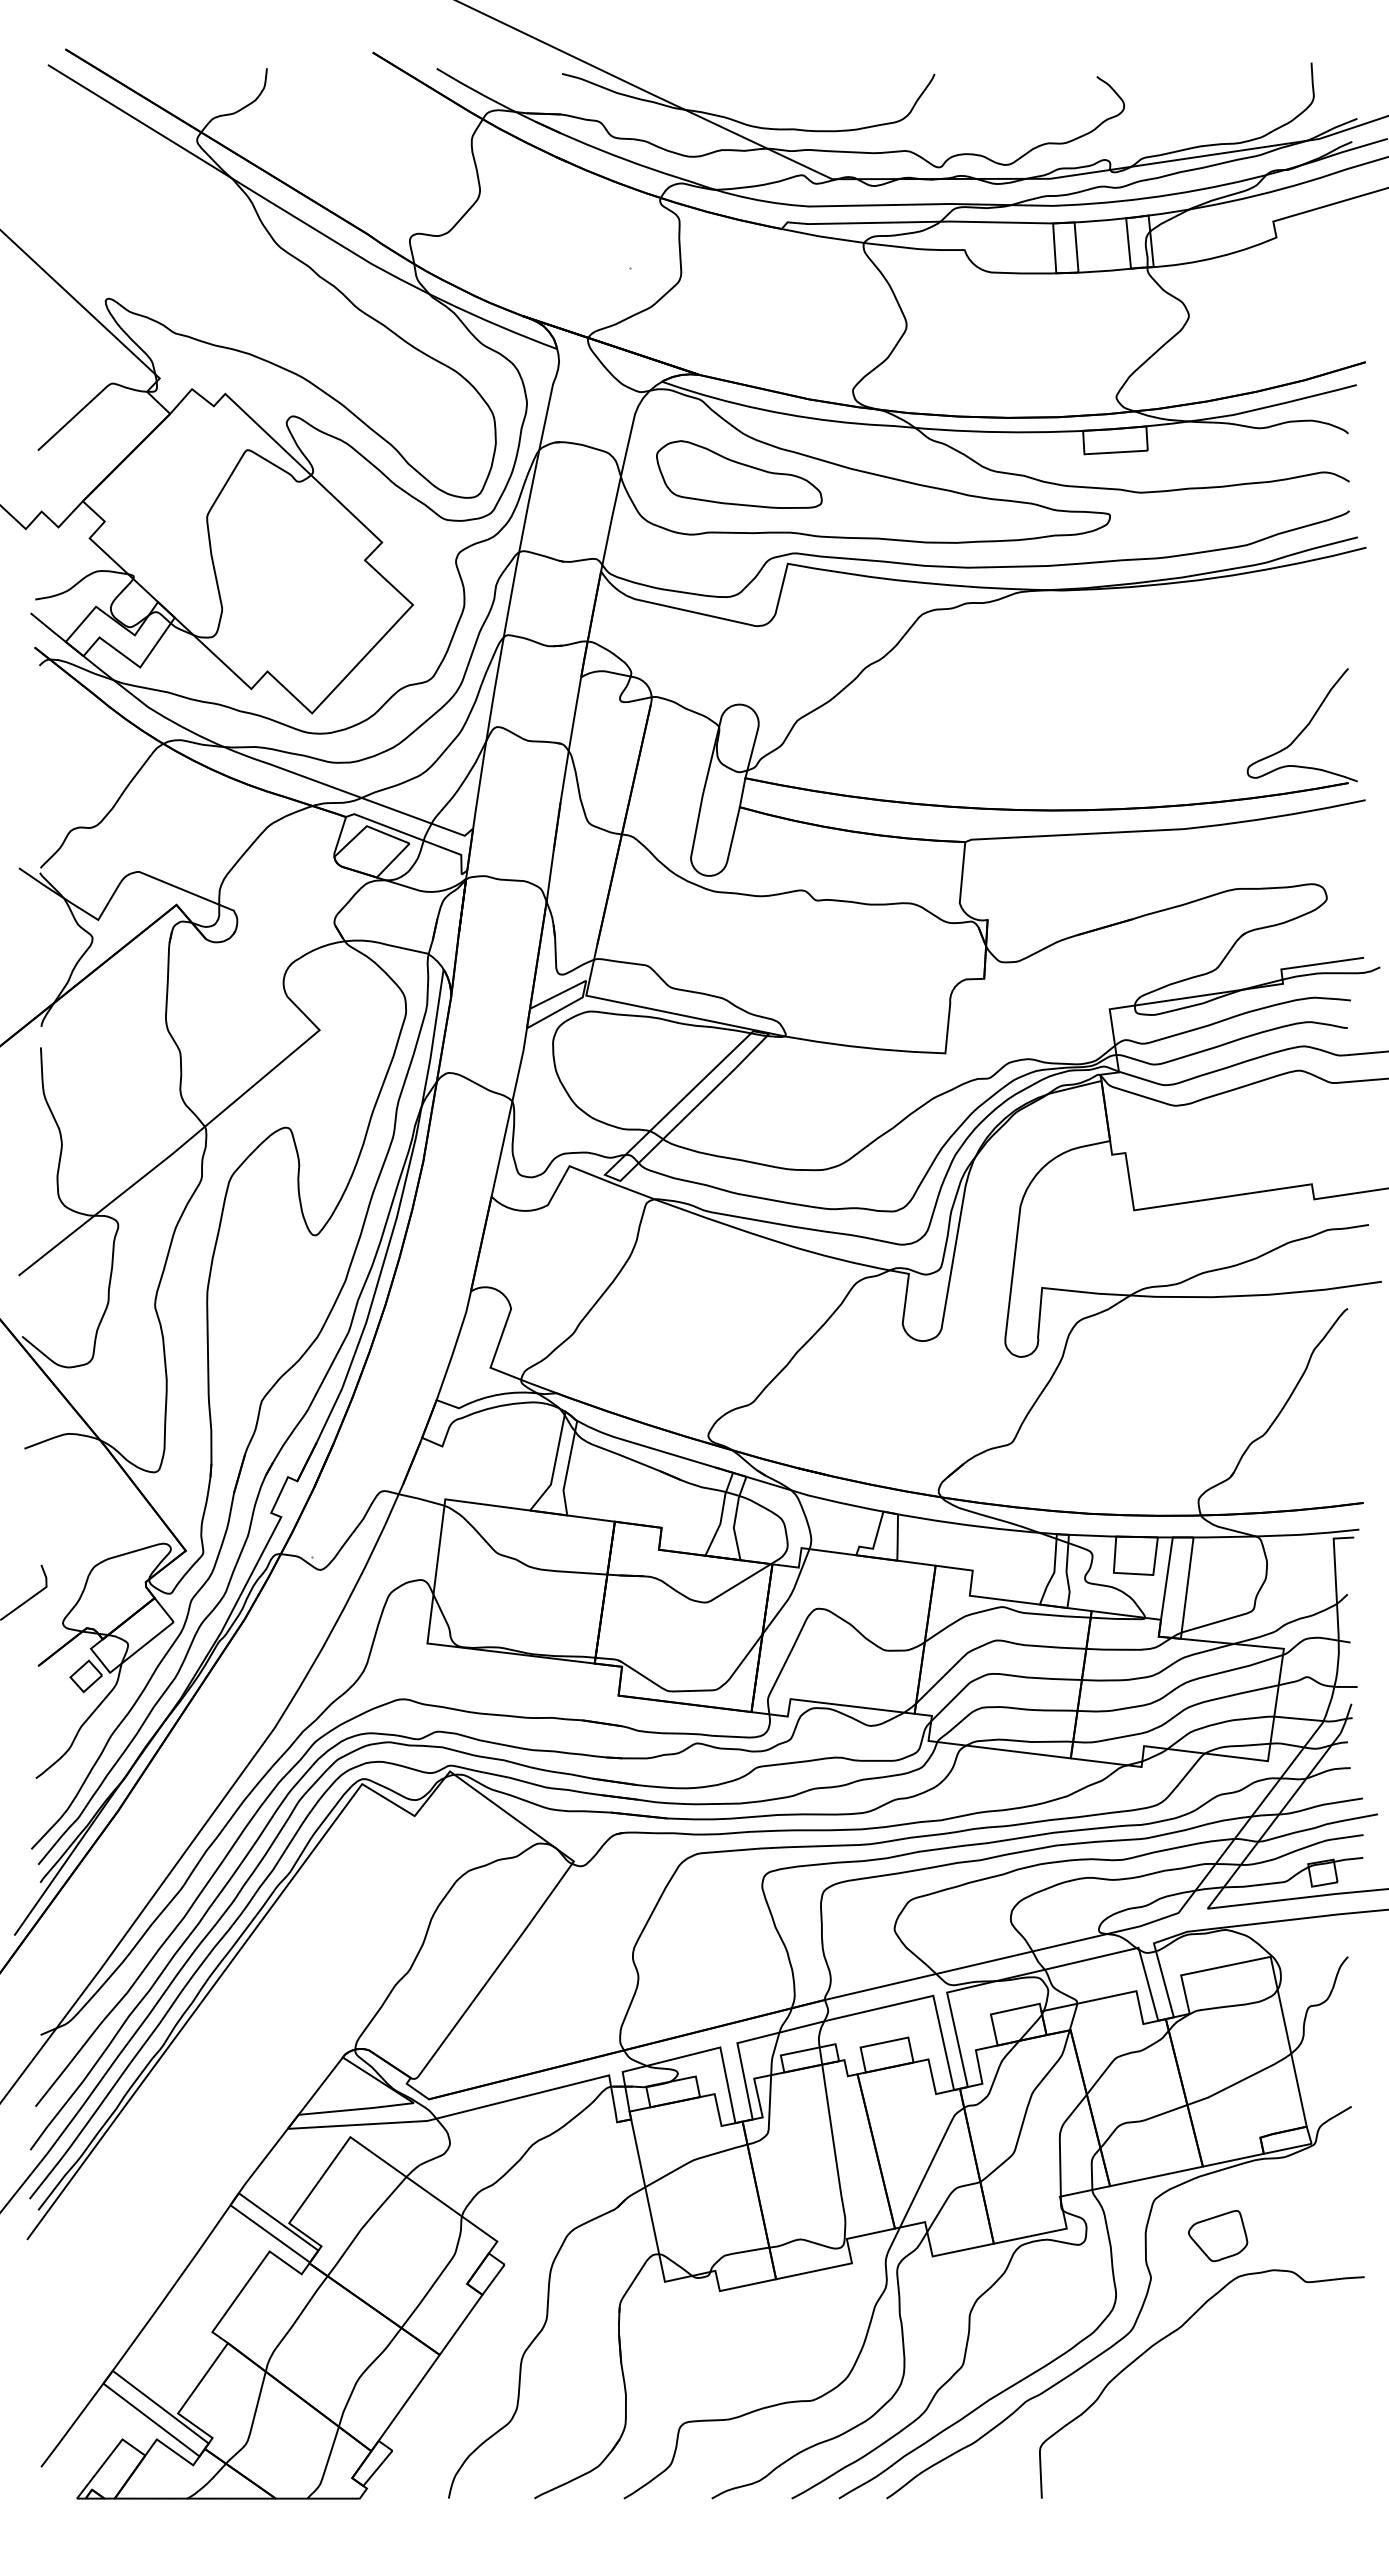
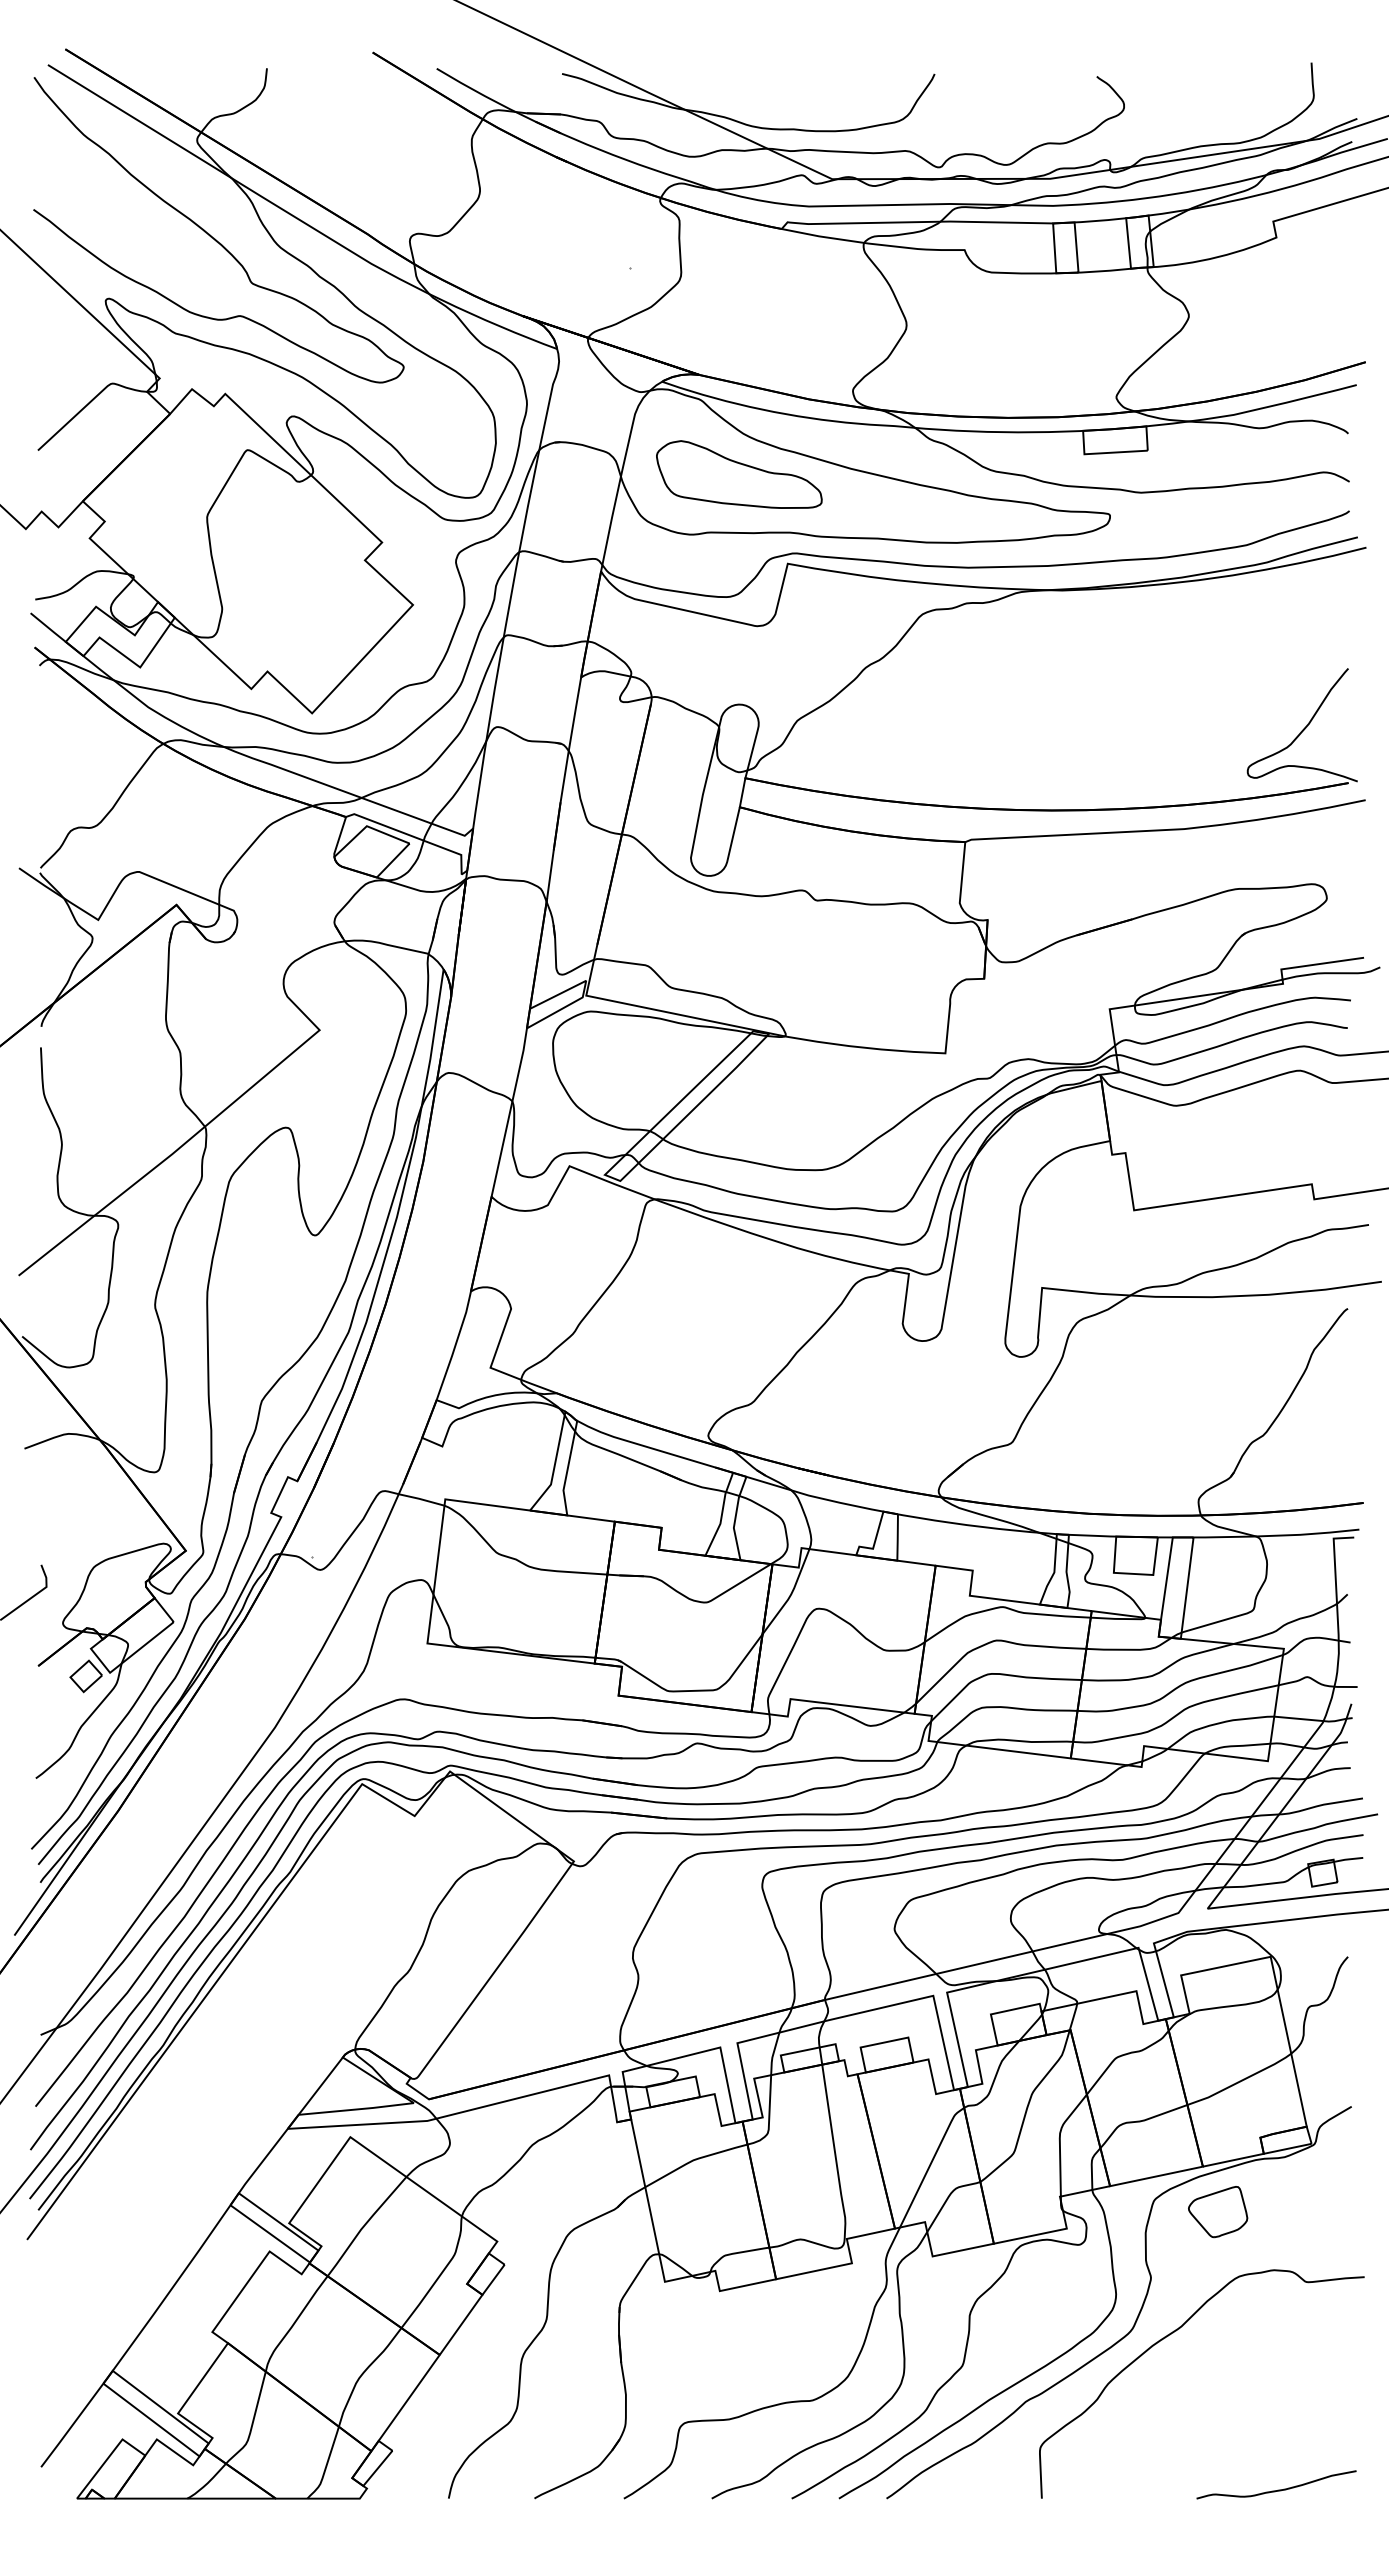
curve at (212, 236): none -> present
part at (1218, 2236) position: (1218, 2236) -> (1218, 2212)
curve at (1278, 2489): none -> present
